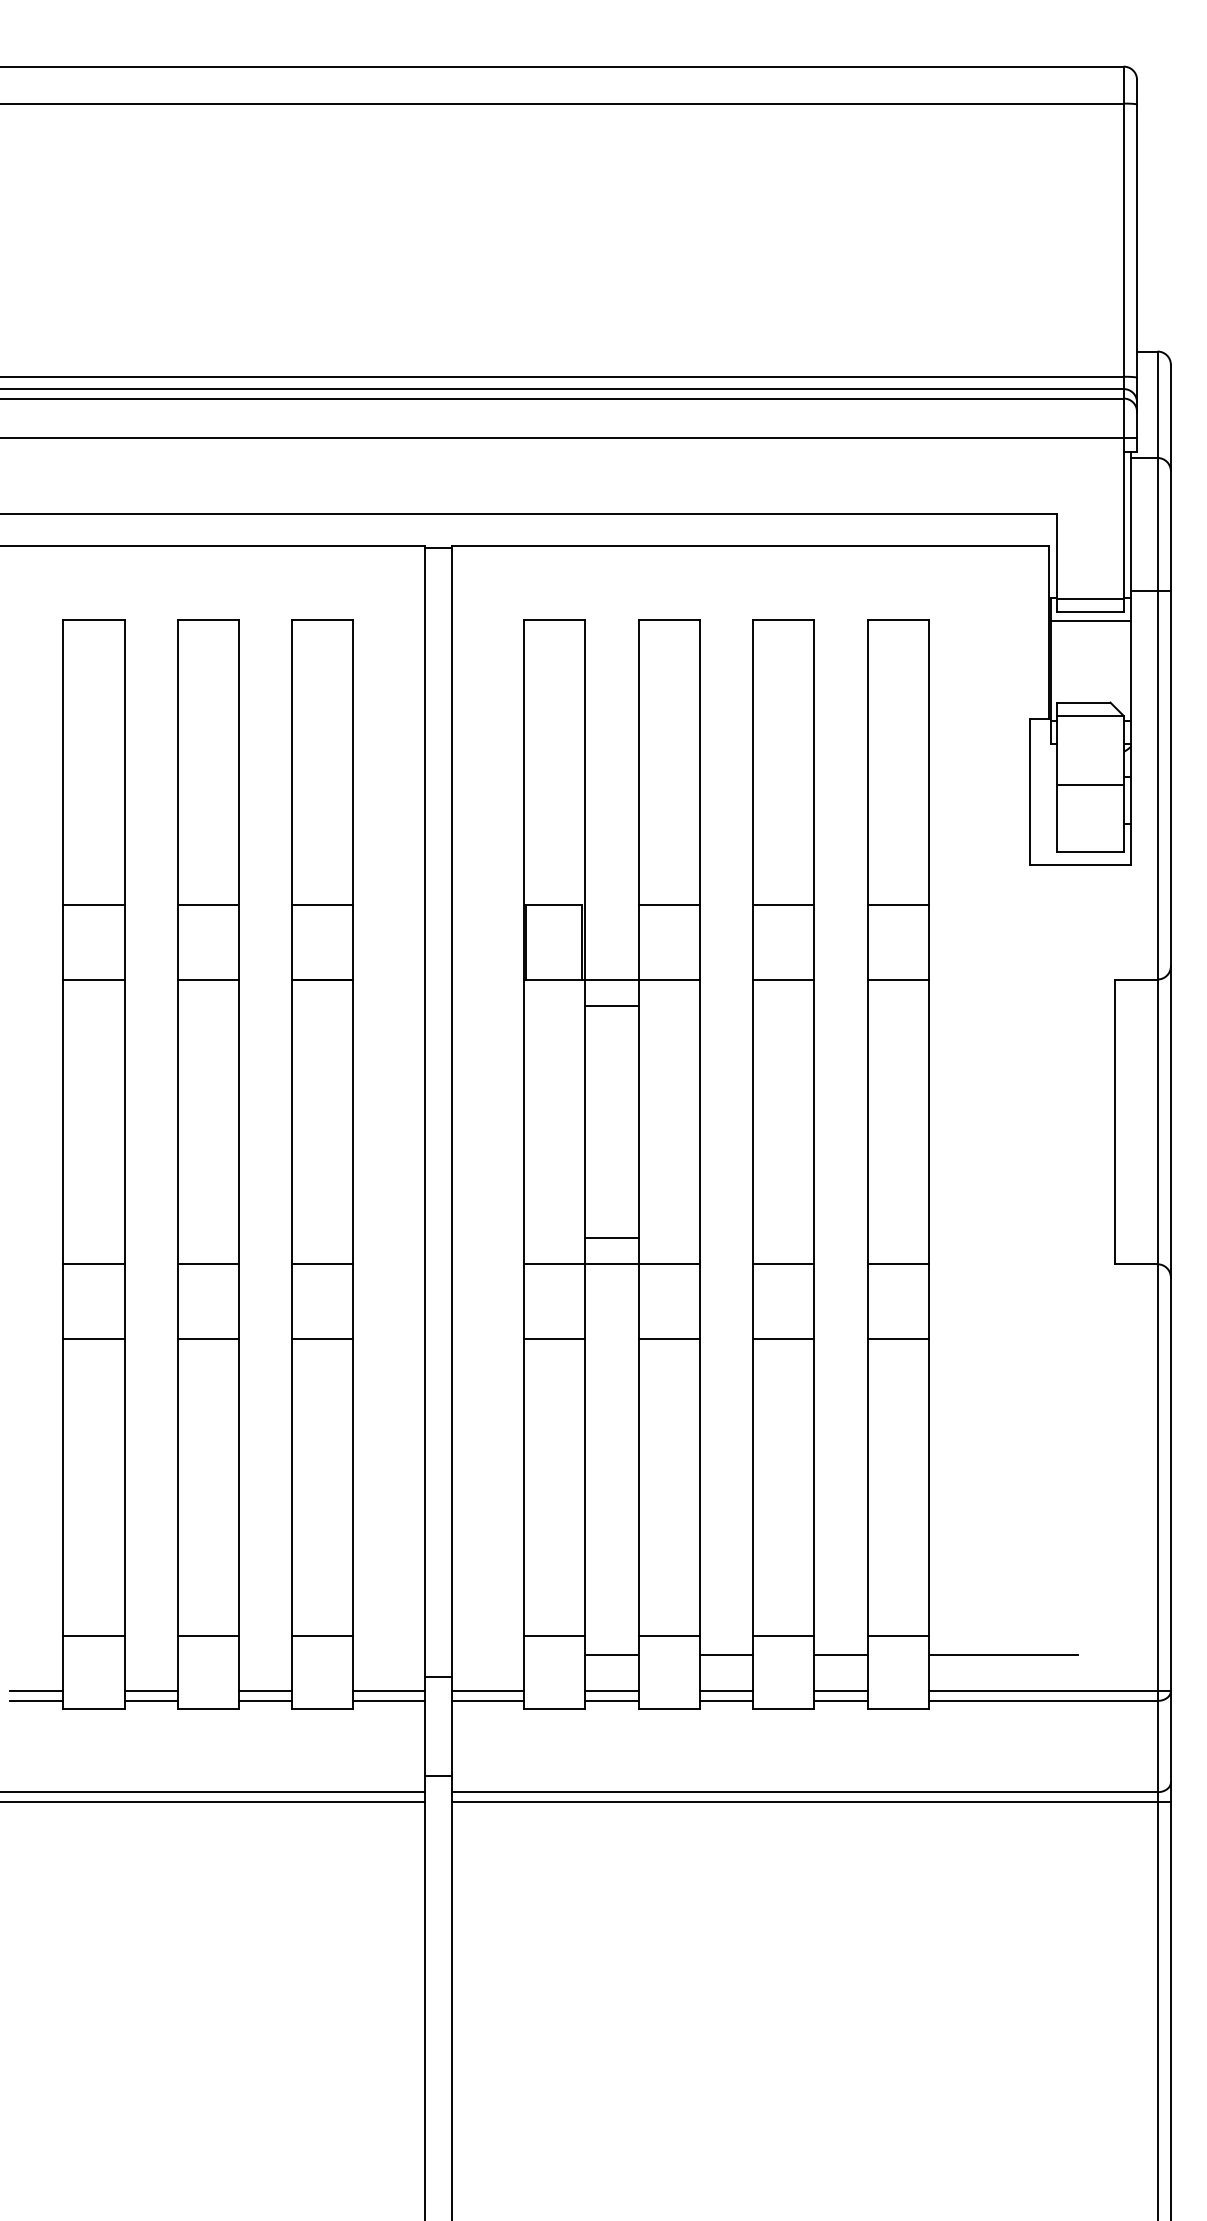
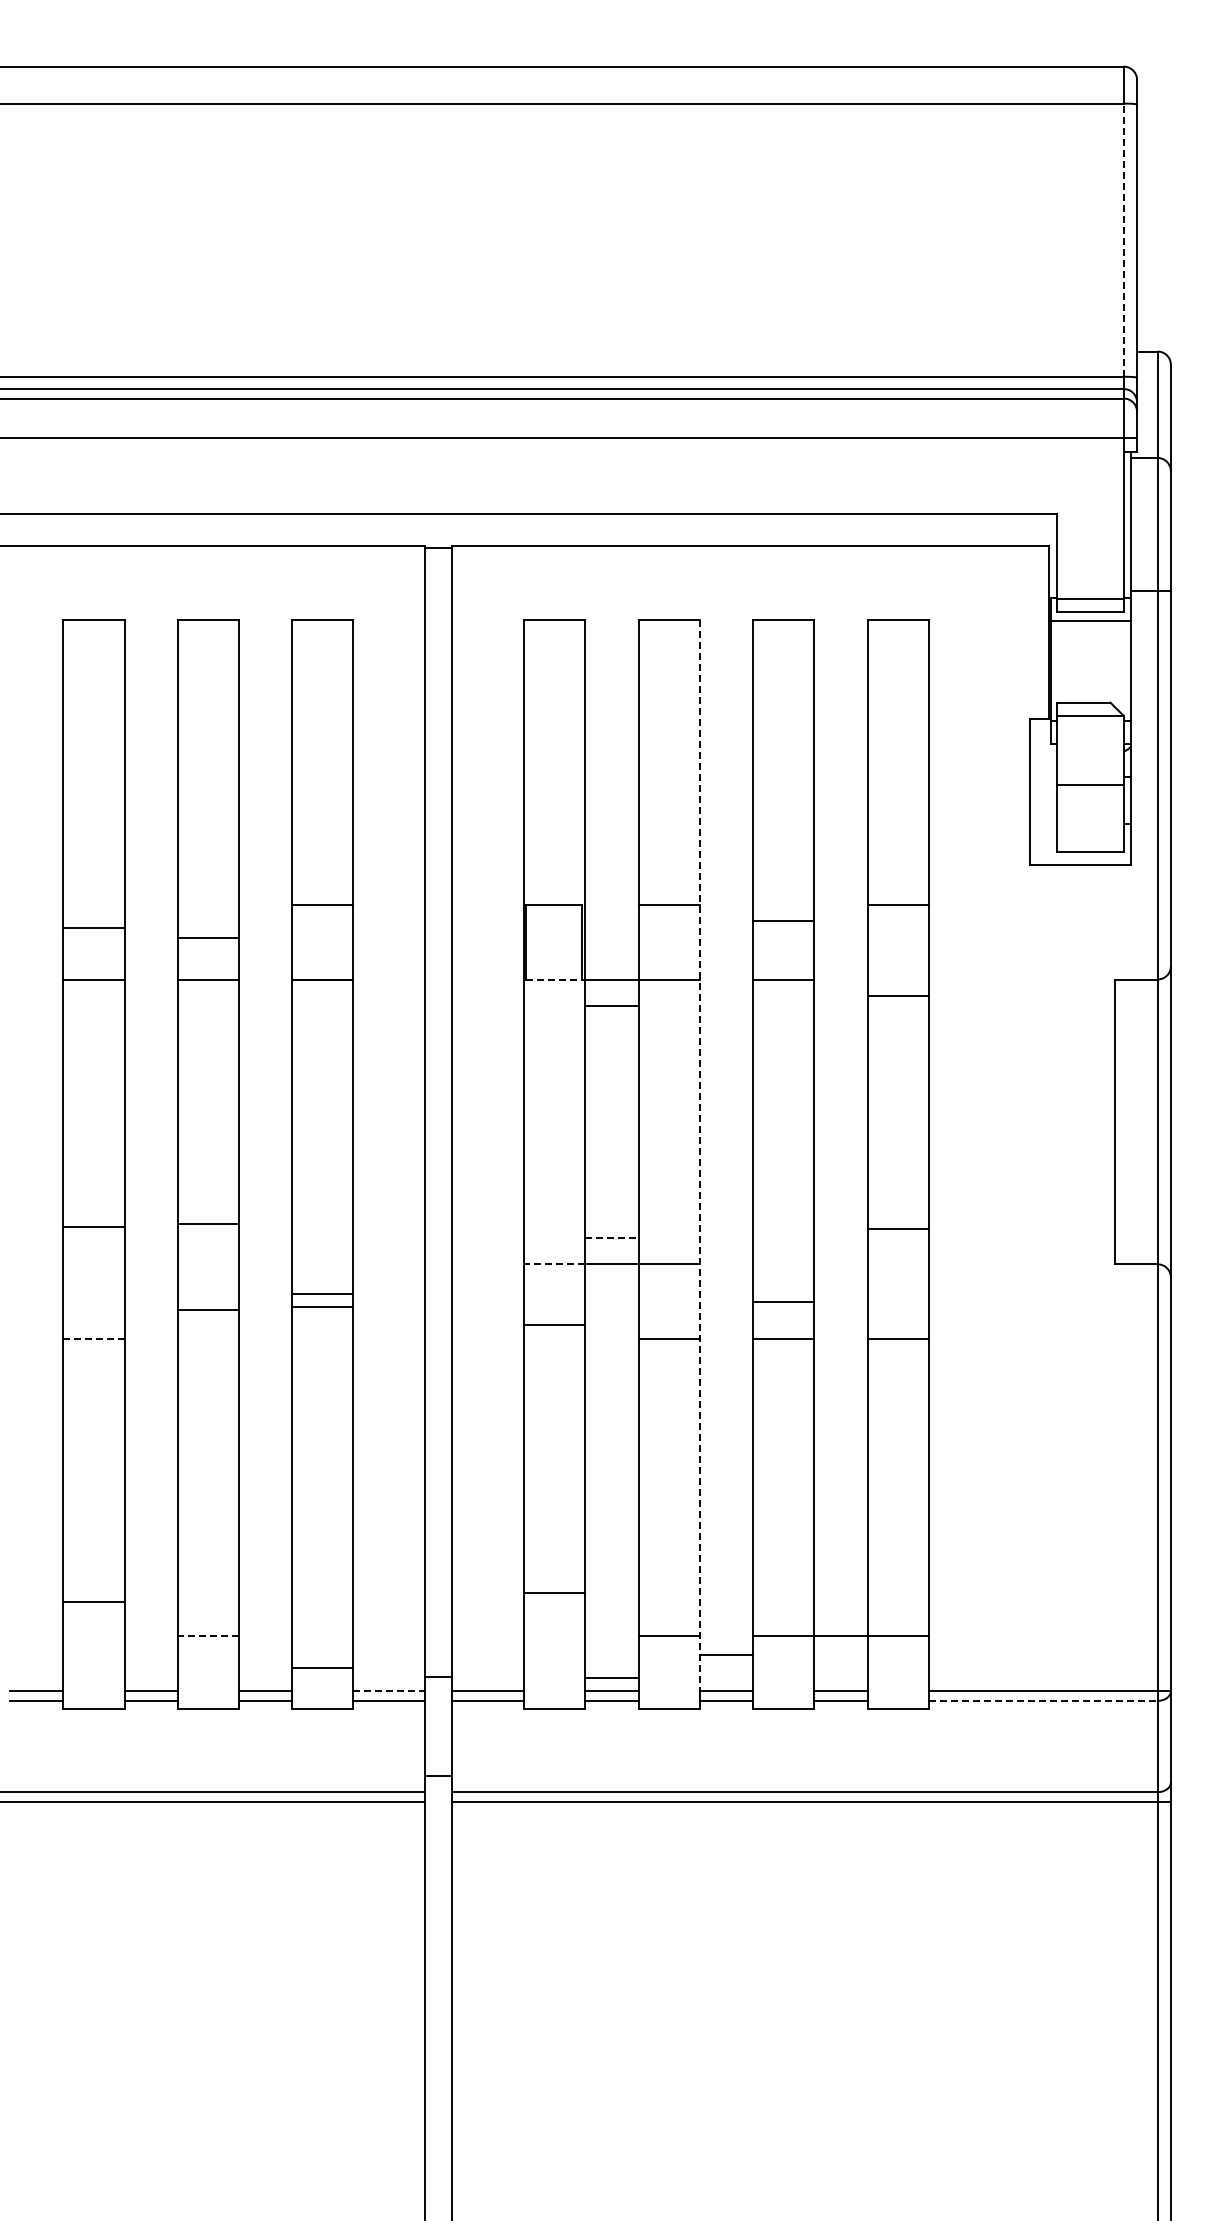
line at (1123, 240): solid -> dashed
line at (93, 905) position: (93, 905) -> (93, 928)
line at (207, 905) position: (207, 905) -> (207, 938)
line at (783, 905) position: (783, 905) -> (783, 921)
line at (554, 979): solid -> dashed
line at (897, 979) position: (897, 979) -> (897, 995)
line at (699, 1156): solid -> dashed
line at (612, 1238): solid -> dashed
line at (93, 1264) position: (93, 1264) -> (93, 1227)
line at (207, 1264) position: (207, 1264) -> (207, 1224)
line at (322, 1264) position: (322, 1264) -> (322, 1307)
line at (554, 1264): solid -> dashed
line at (783, 1264) position: (783, 1264) -> (783, 1302)
line at (897, 1264) position: (897, 1264) -> (897, 1229)
line at (93, 1338): solid -> dashed
line at (207, 1338) position: (207, 1338) -> (207, 1309)
line at (322, 1338) position: (322, 1338) -> (322, 1293)
line at (554, 1338) position: (554, 1338) -> (554, 1324)
line at (93, 1635) position: (93, 1635) -> (93, 1601)
line at (208, 1635): solid -> dashed
line at (322, 1635) position: (322, 1635) -> (322, 1667)
line at (554, 1635) position: (554, 1635) -> (554, 1592)
line at (611, 1655) position: (611, 1655) -> (611, 1678)
line at (840, 1655) position: (840, 1655) -> (840, 1636)
line at (1002, 1655): present -> none
line at (389, 1691): solid -> dashed
line at (1043, 1700): solid -> dashed
